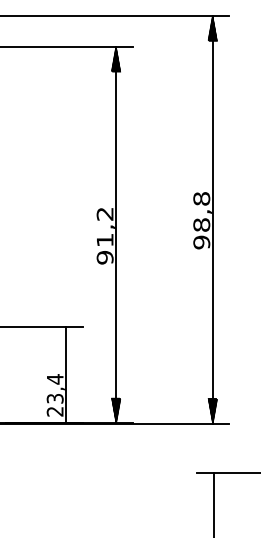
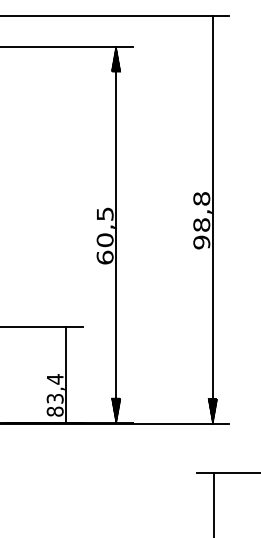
hatch at (212, 28): present -> none
text at (104, 235): 91,2 -> 60,5
text at (54, 411): 23,4 -> 83,4
